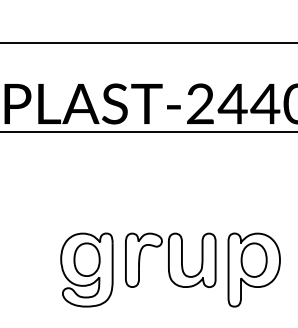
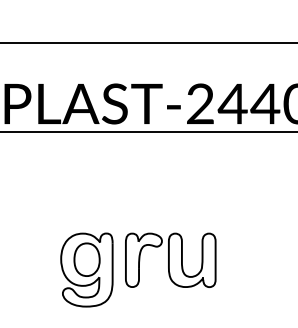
part at (253, 269): present -> none
